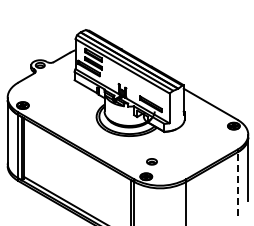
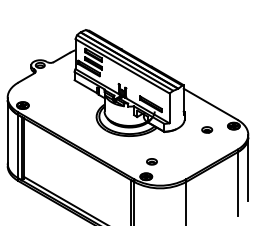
part at (207, 129): none -> present
line at (237, 183): dashed -> solid
